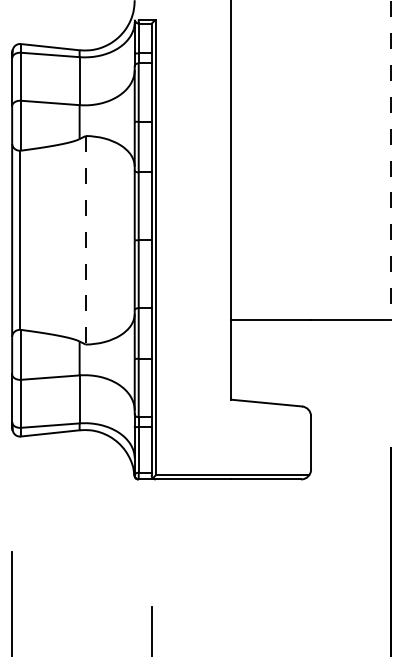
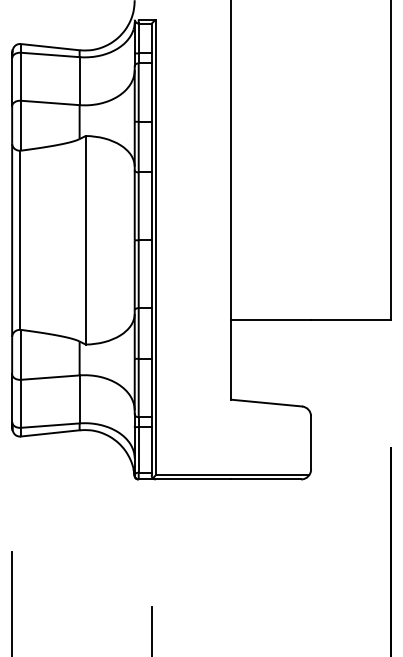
line at (390, 160): dashed -> solid
line at (85, 240): dashed -> solid
